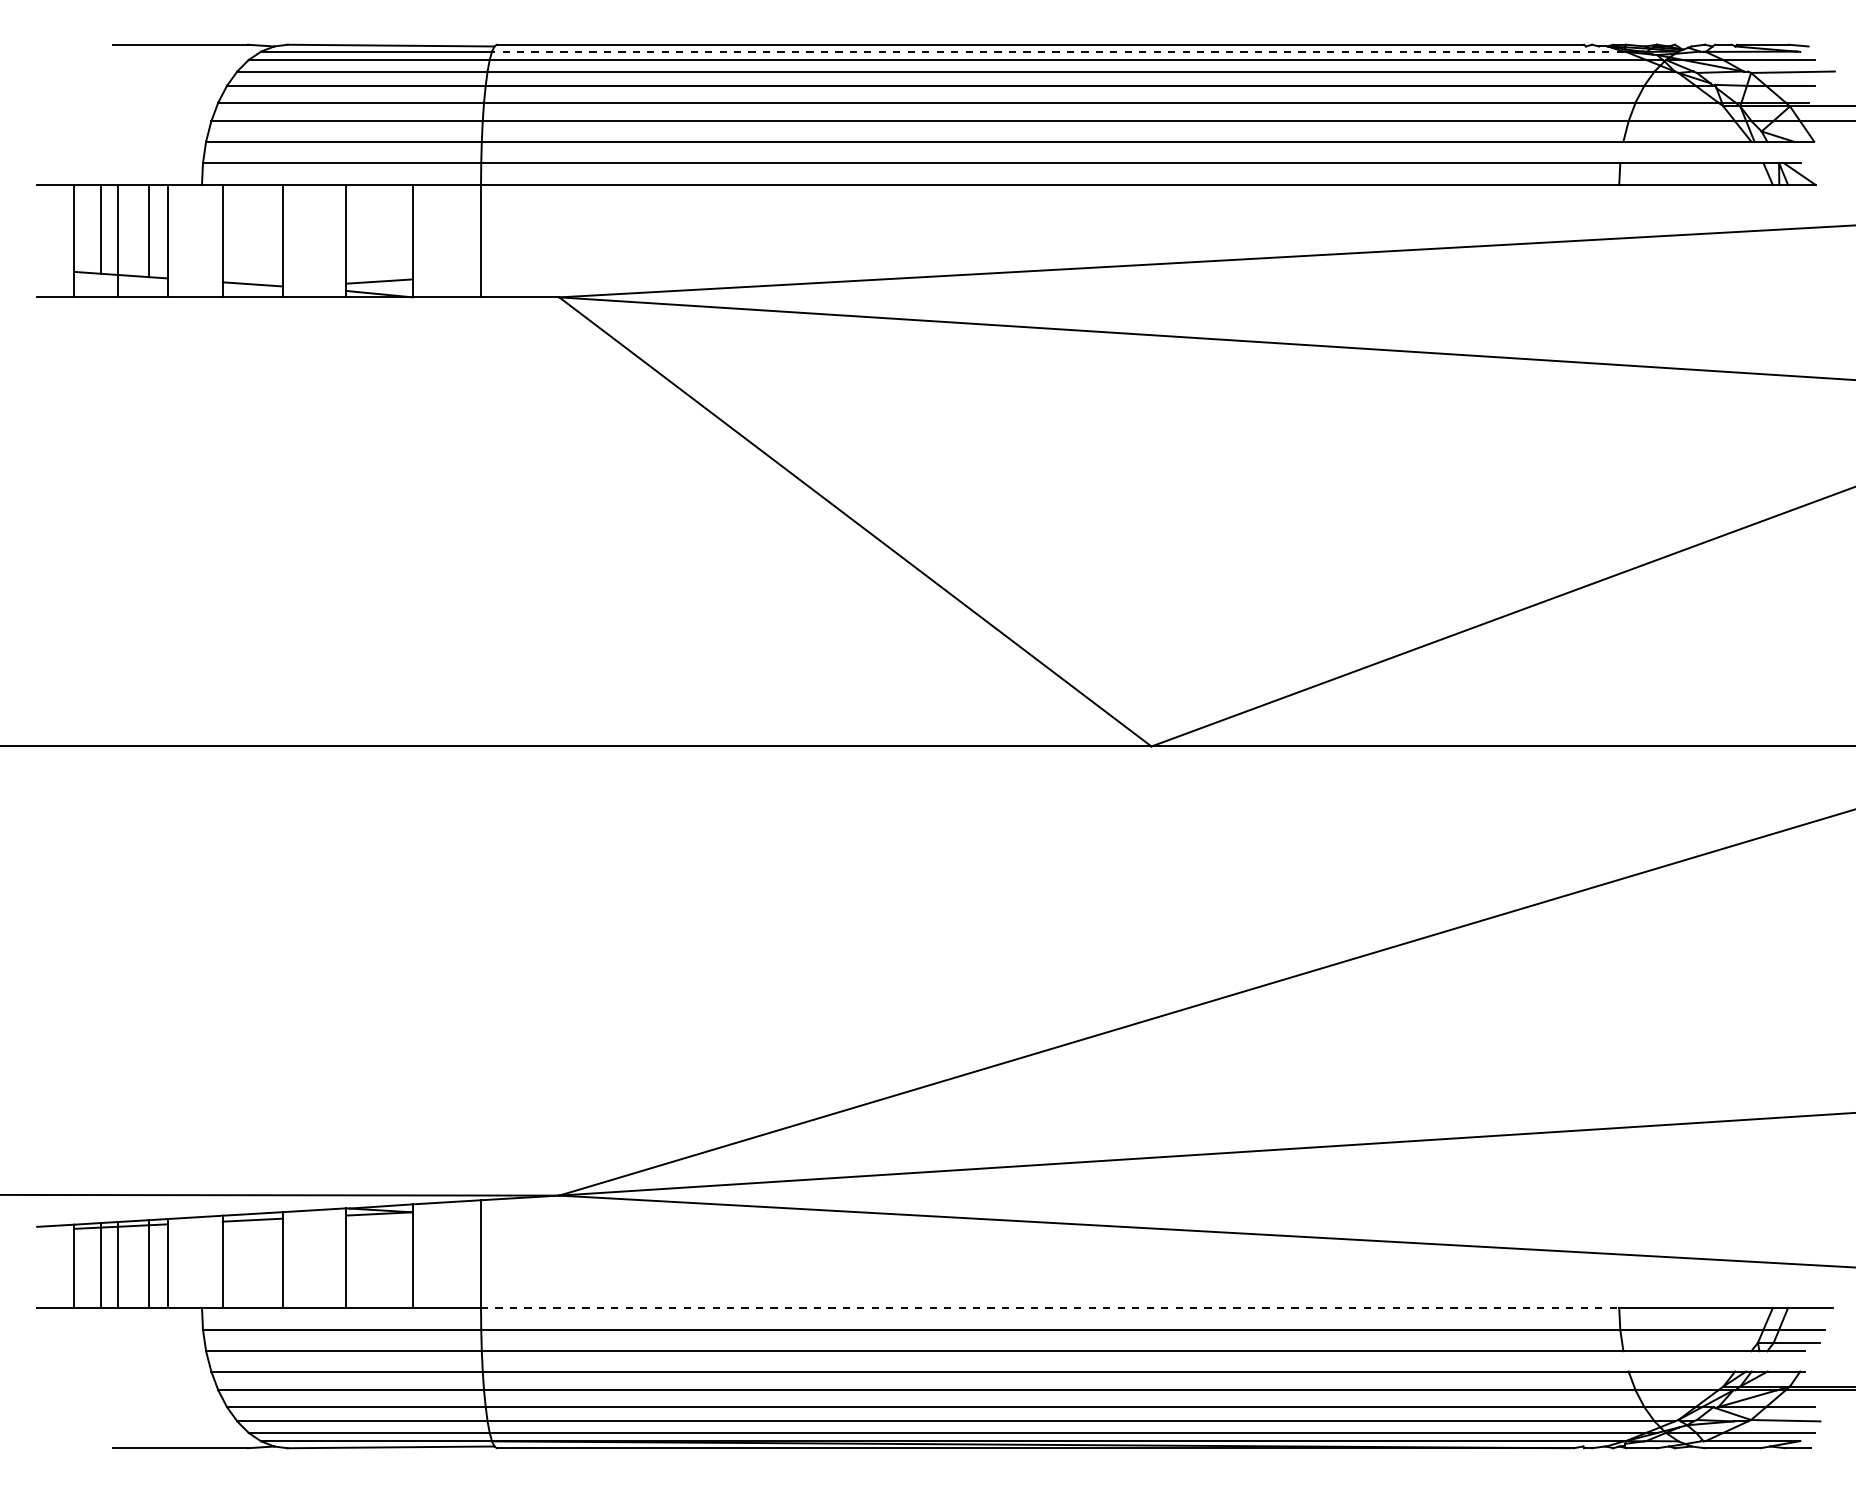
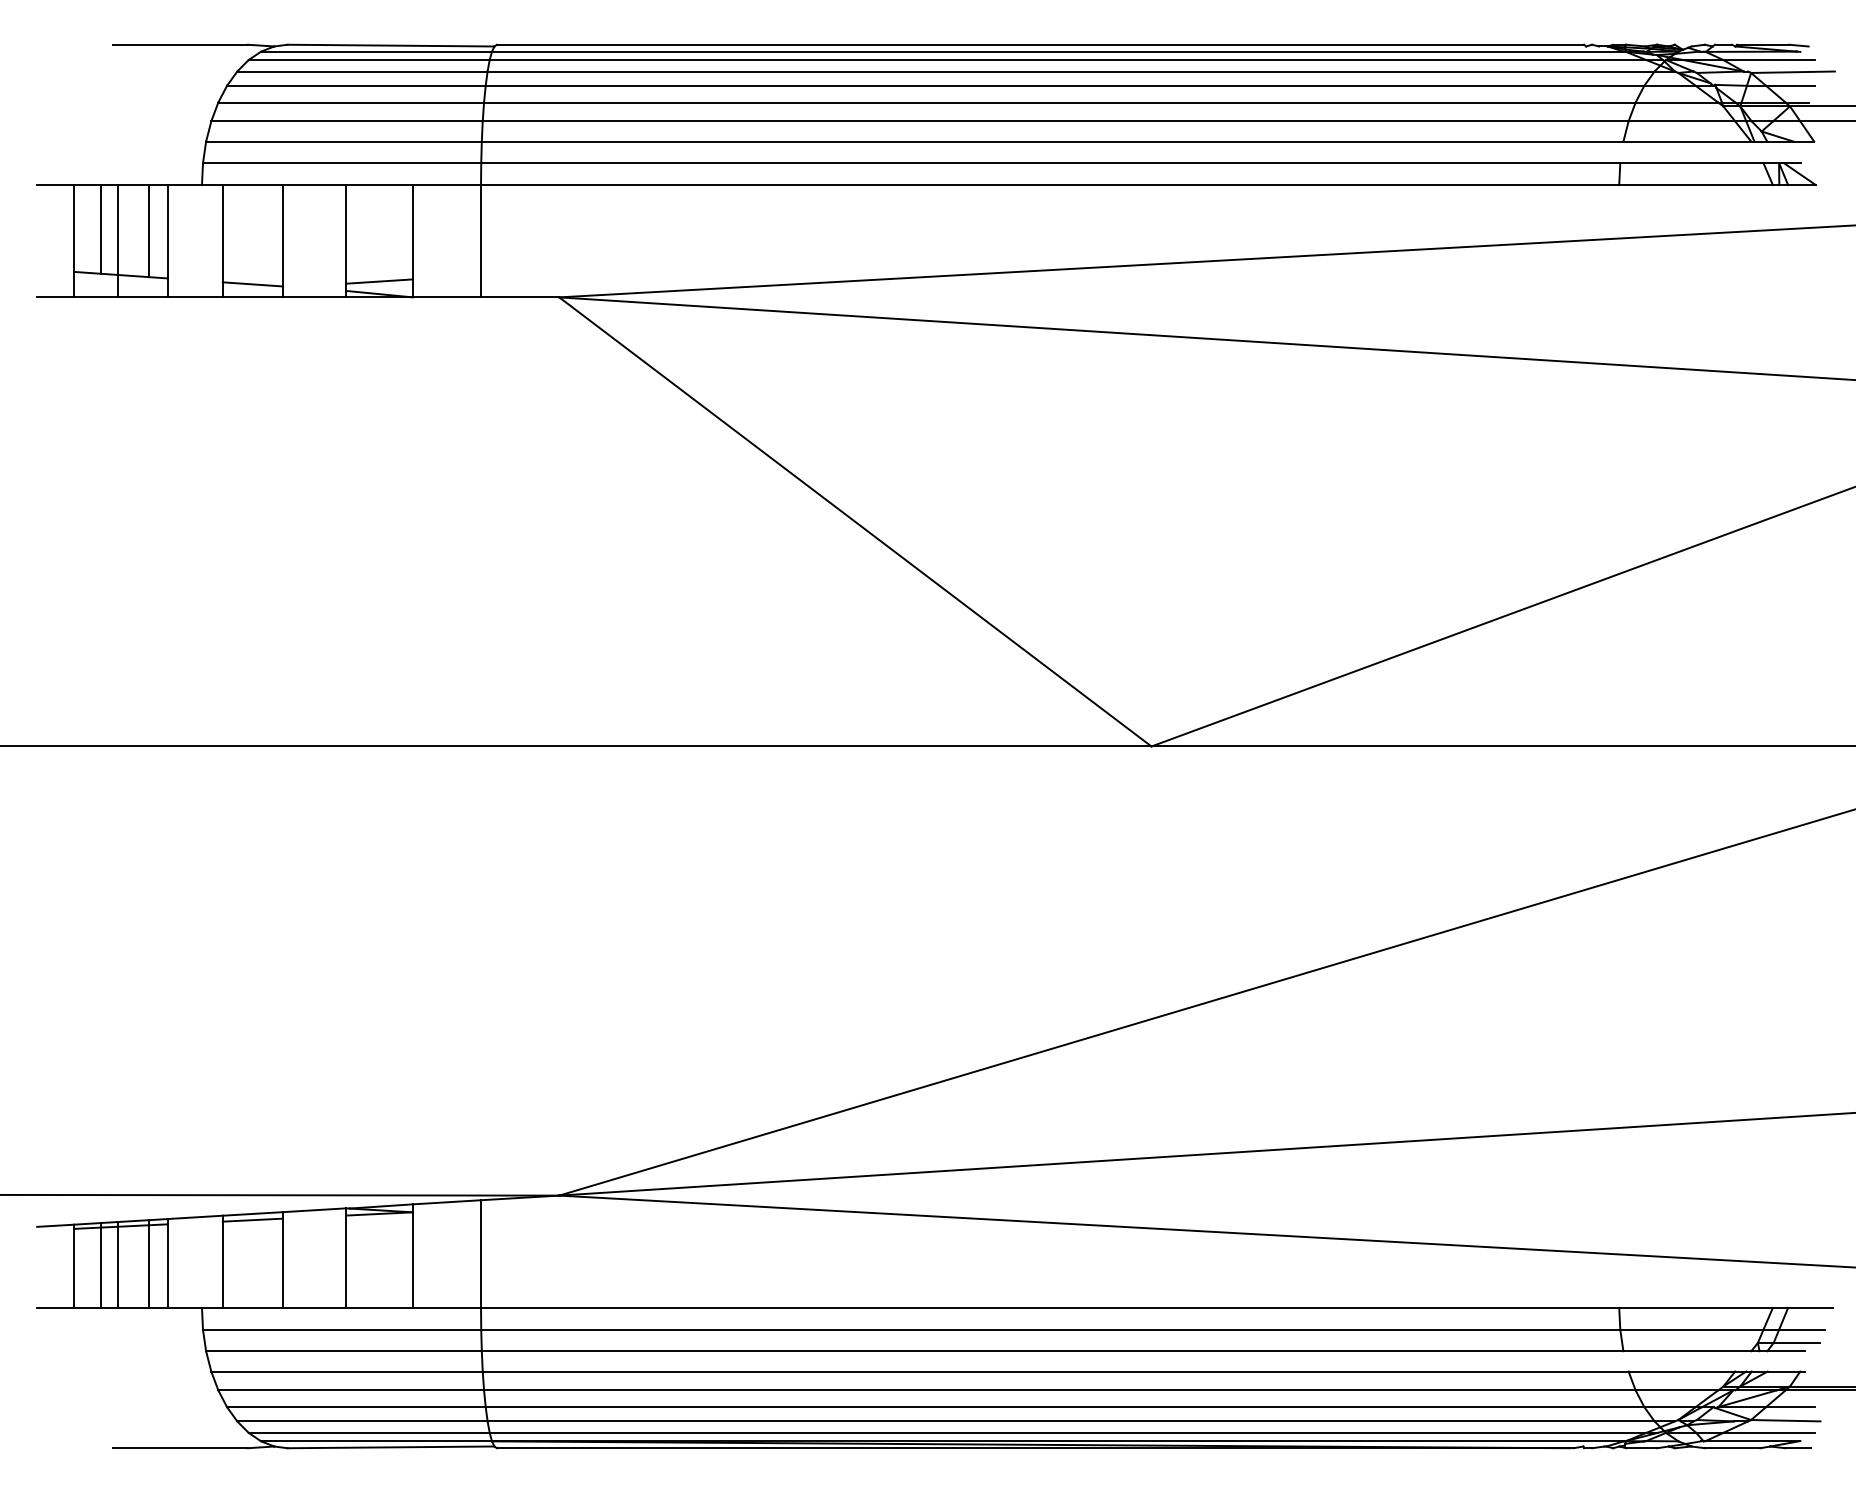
line at (1057, 51): dashed -> solid
line at (1050, 1307): dashed -> solid
